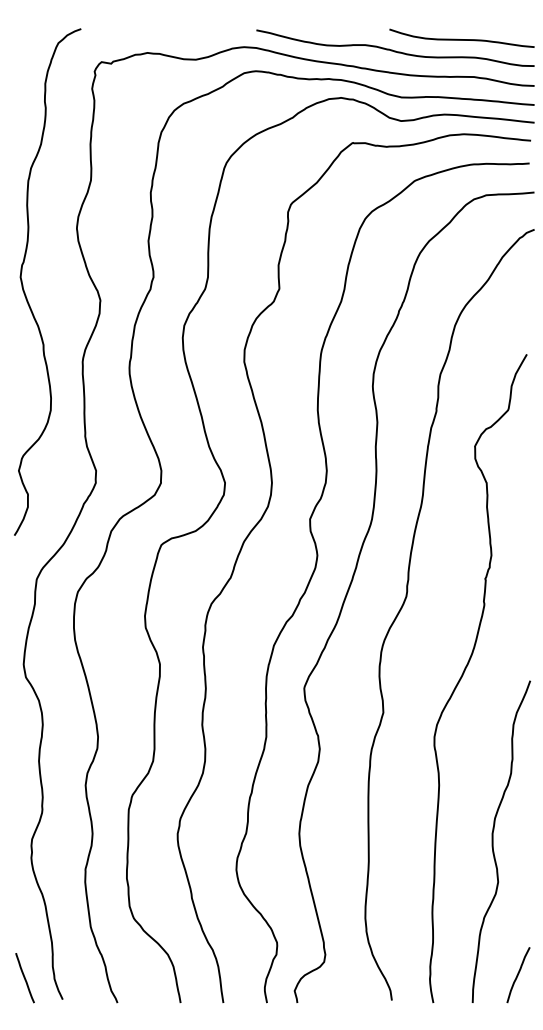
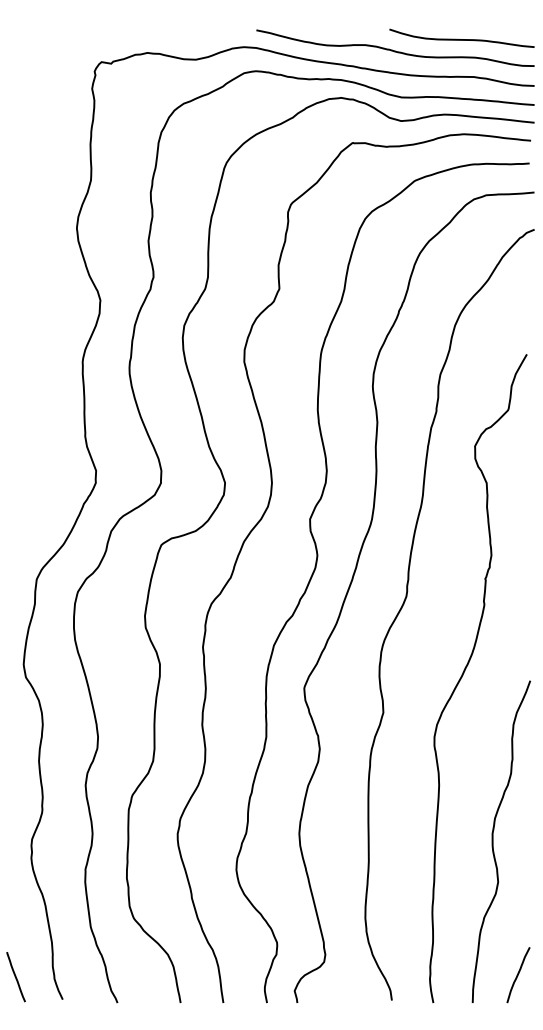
curve at (23, 284): present -> none
line at (24, 978) position: (24, 978) -> (15, 977)
